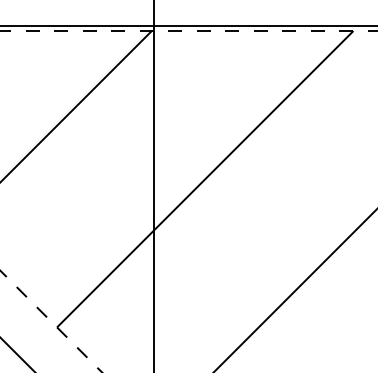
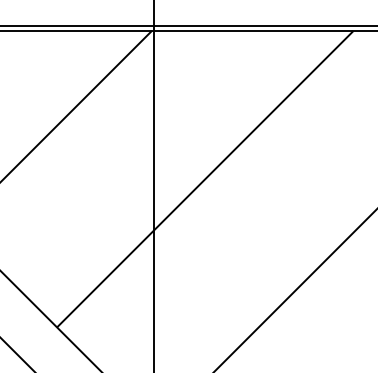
line at (189, 31): dashed -> solid
line at (51, 321): dashed -> solid
